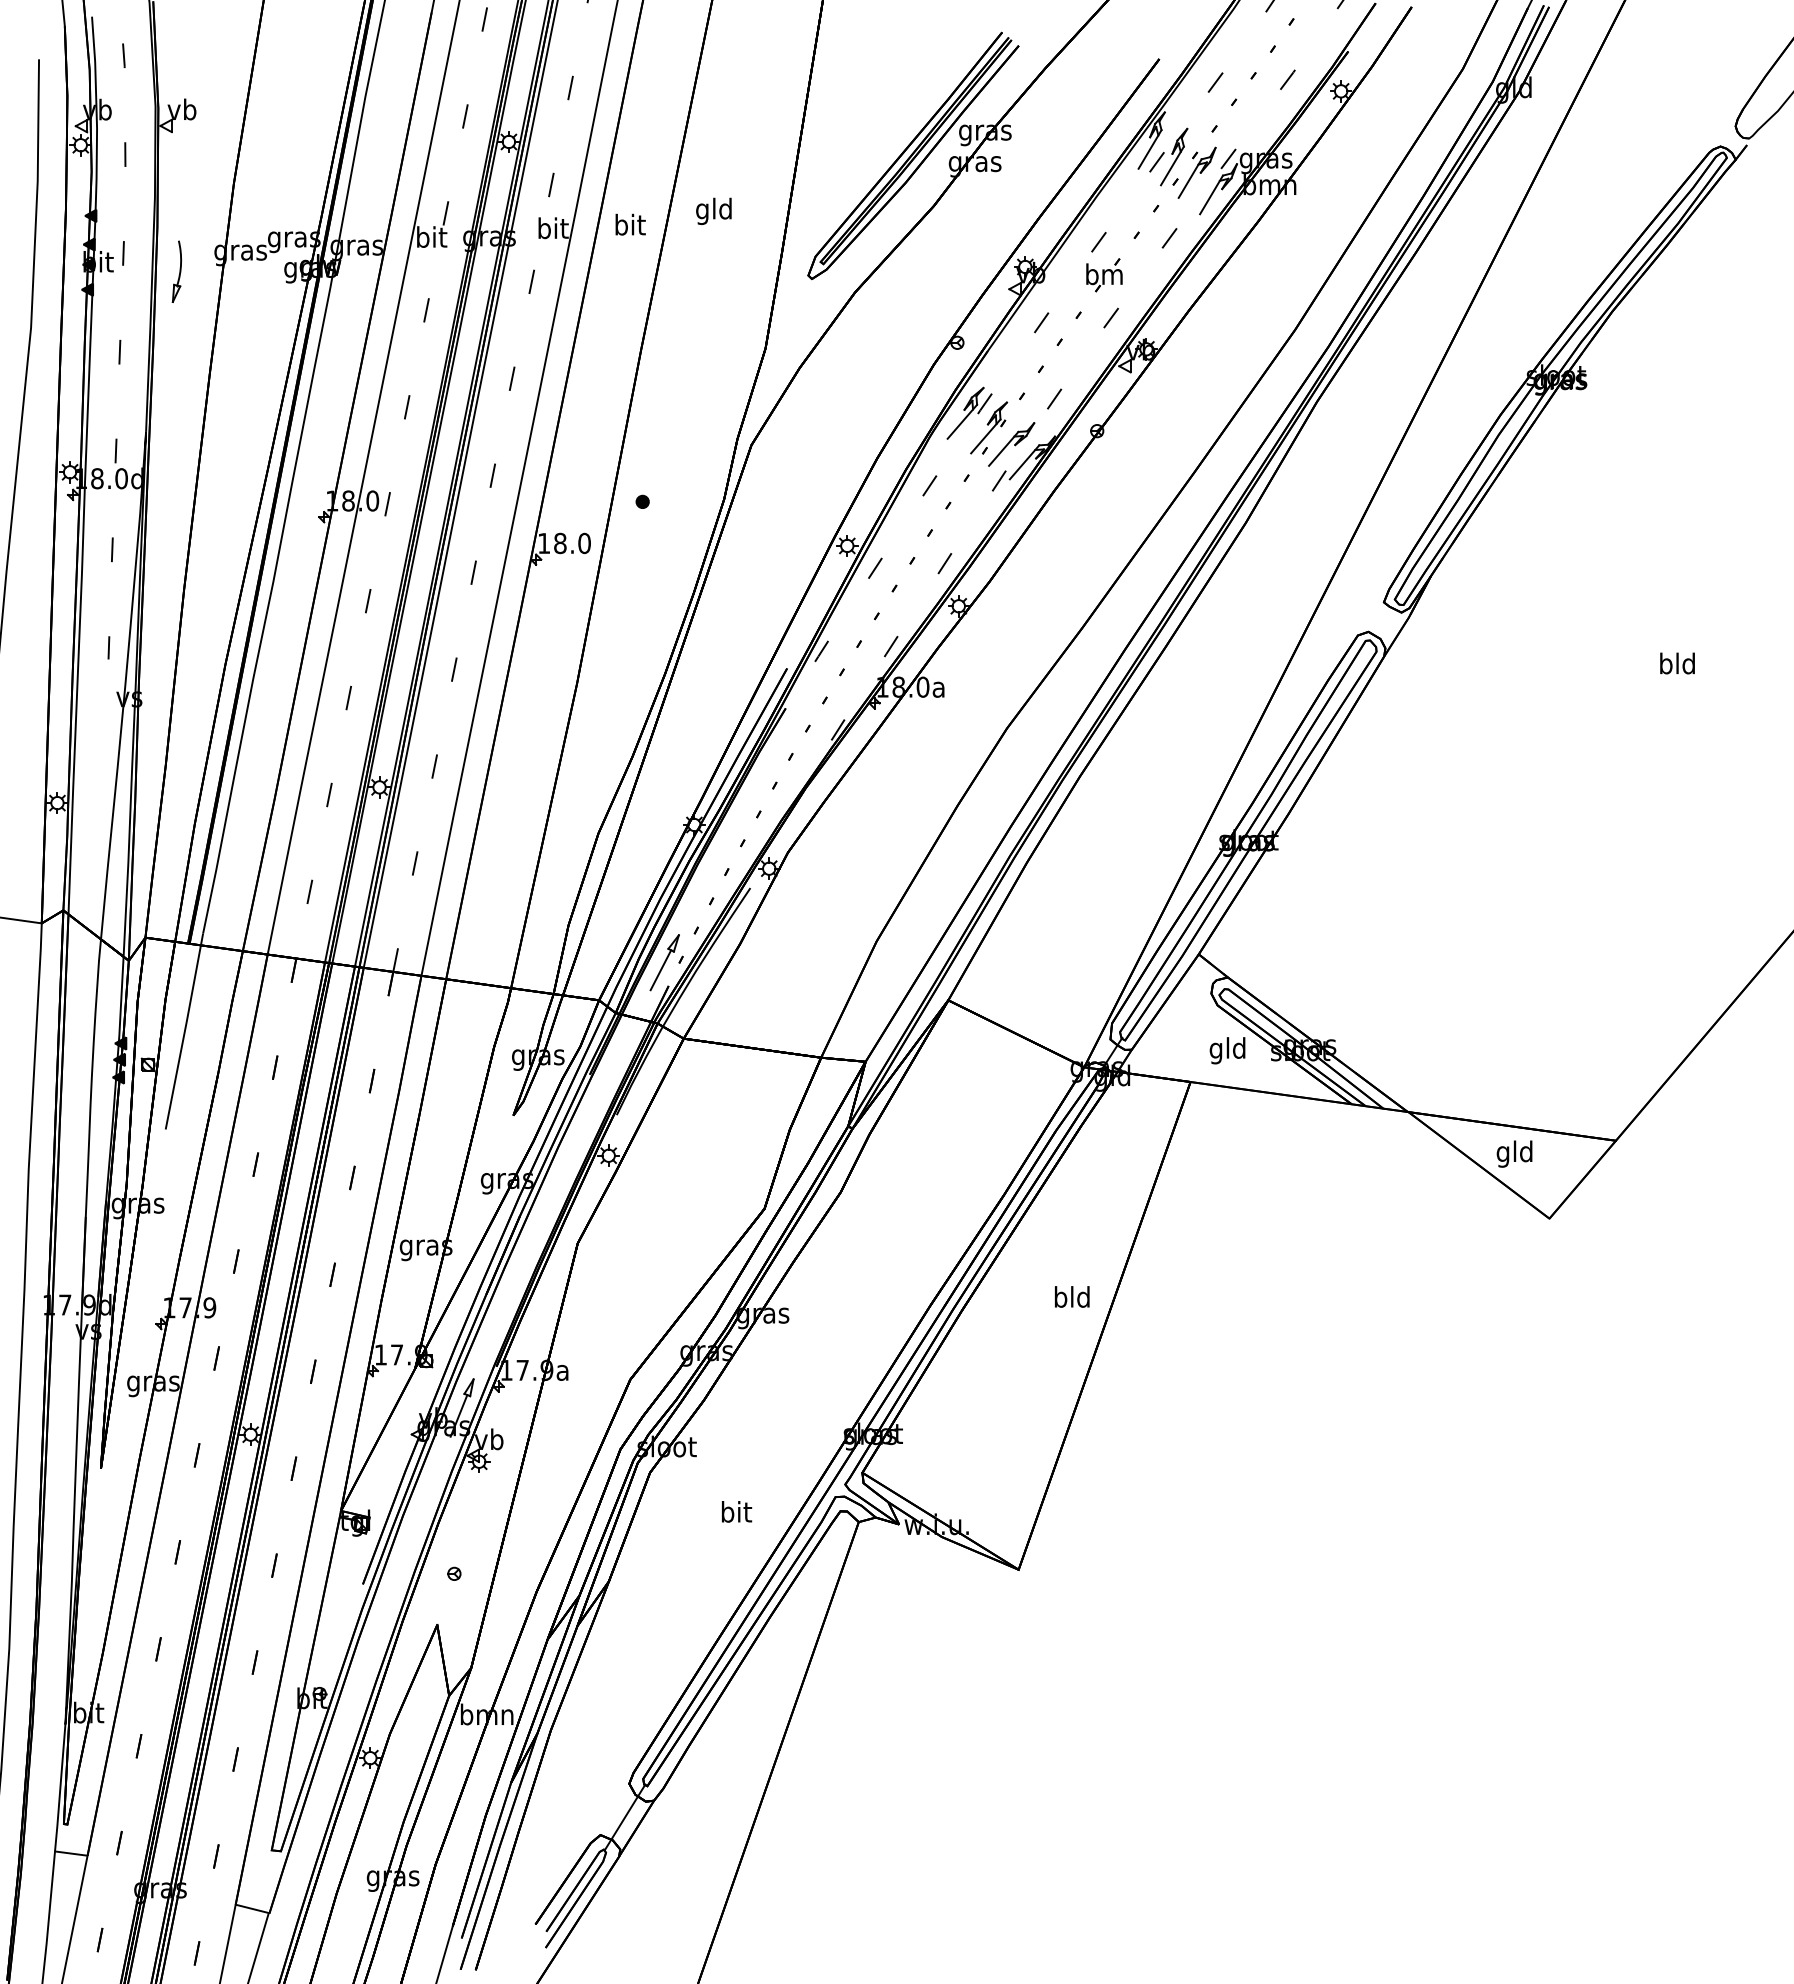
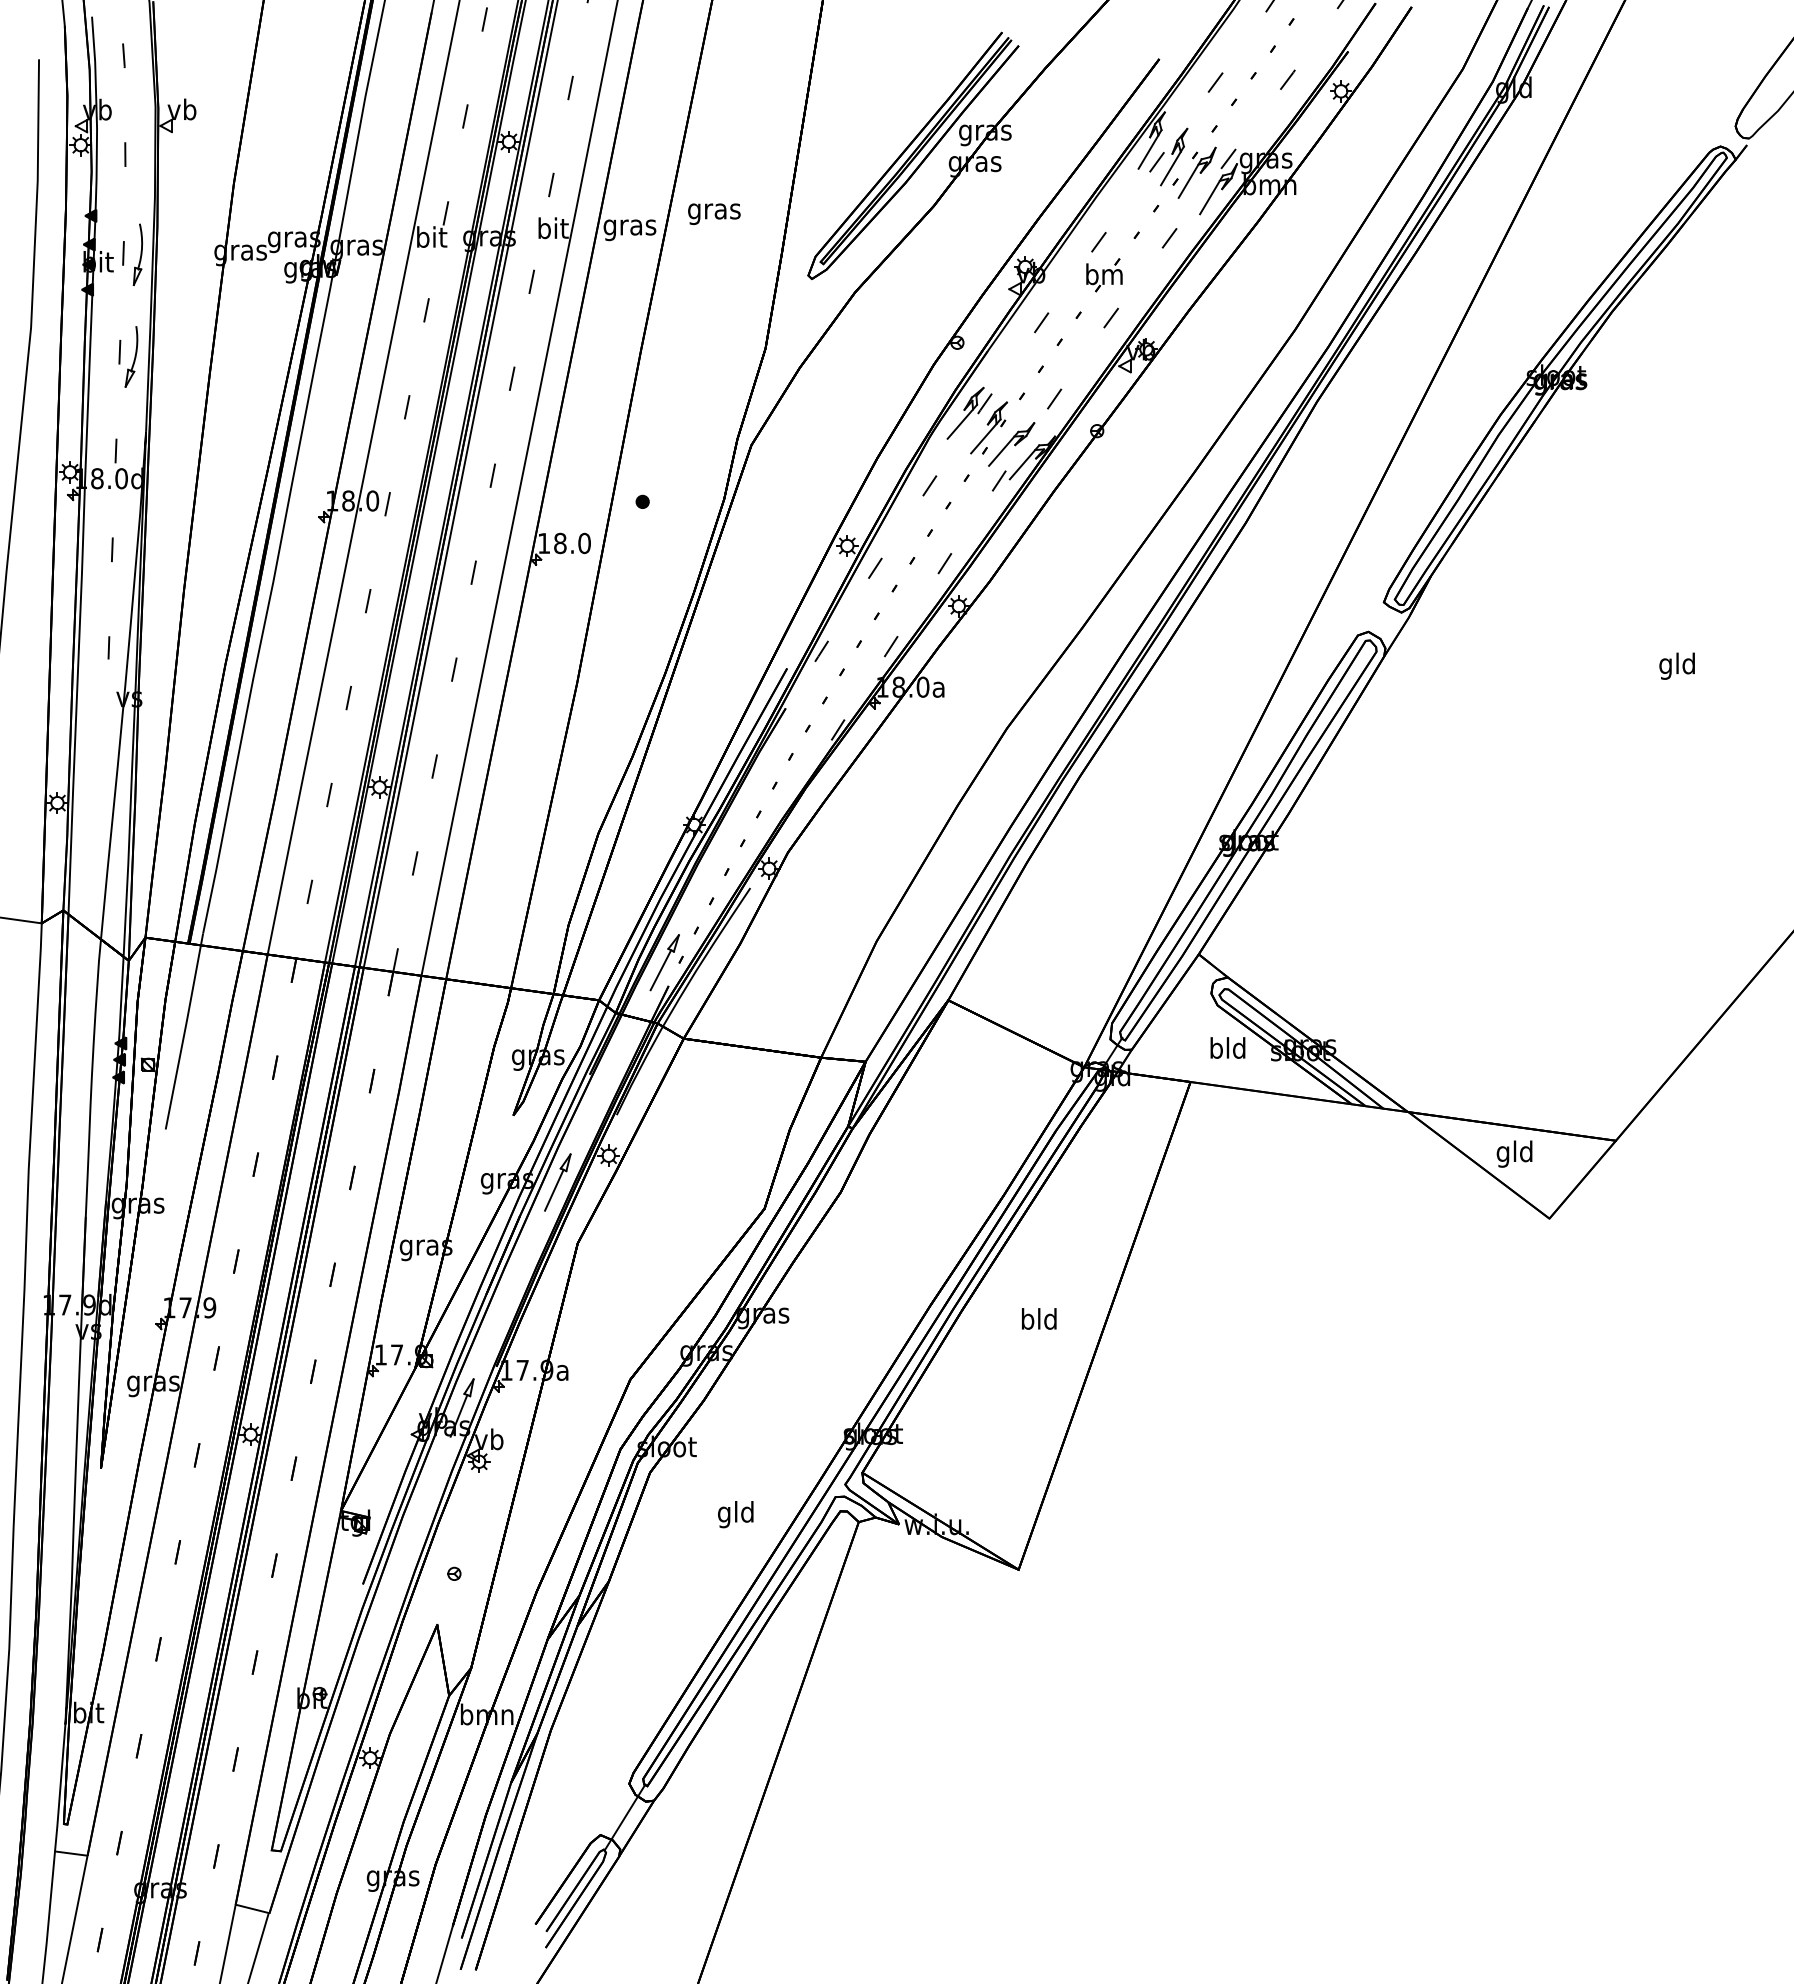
text at (714, 211): gld -> gras
text at (629, 227): bit -> gras
part at (176, 271) position: (176, 271) -> (137, 254)
part at (131, 356): none -> present
text at (1665, 665): bld -> gld
text at (1215, 1050): gld -> bld
part at (557, 1182): none -> present
text at (1072, 1296) position: (1072, 1296) -> (1039, 1318)
text at (735, 1514): bit -> gld
